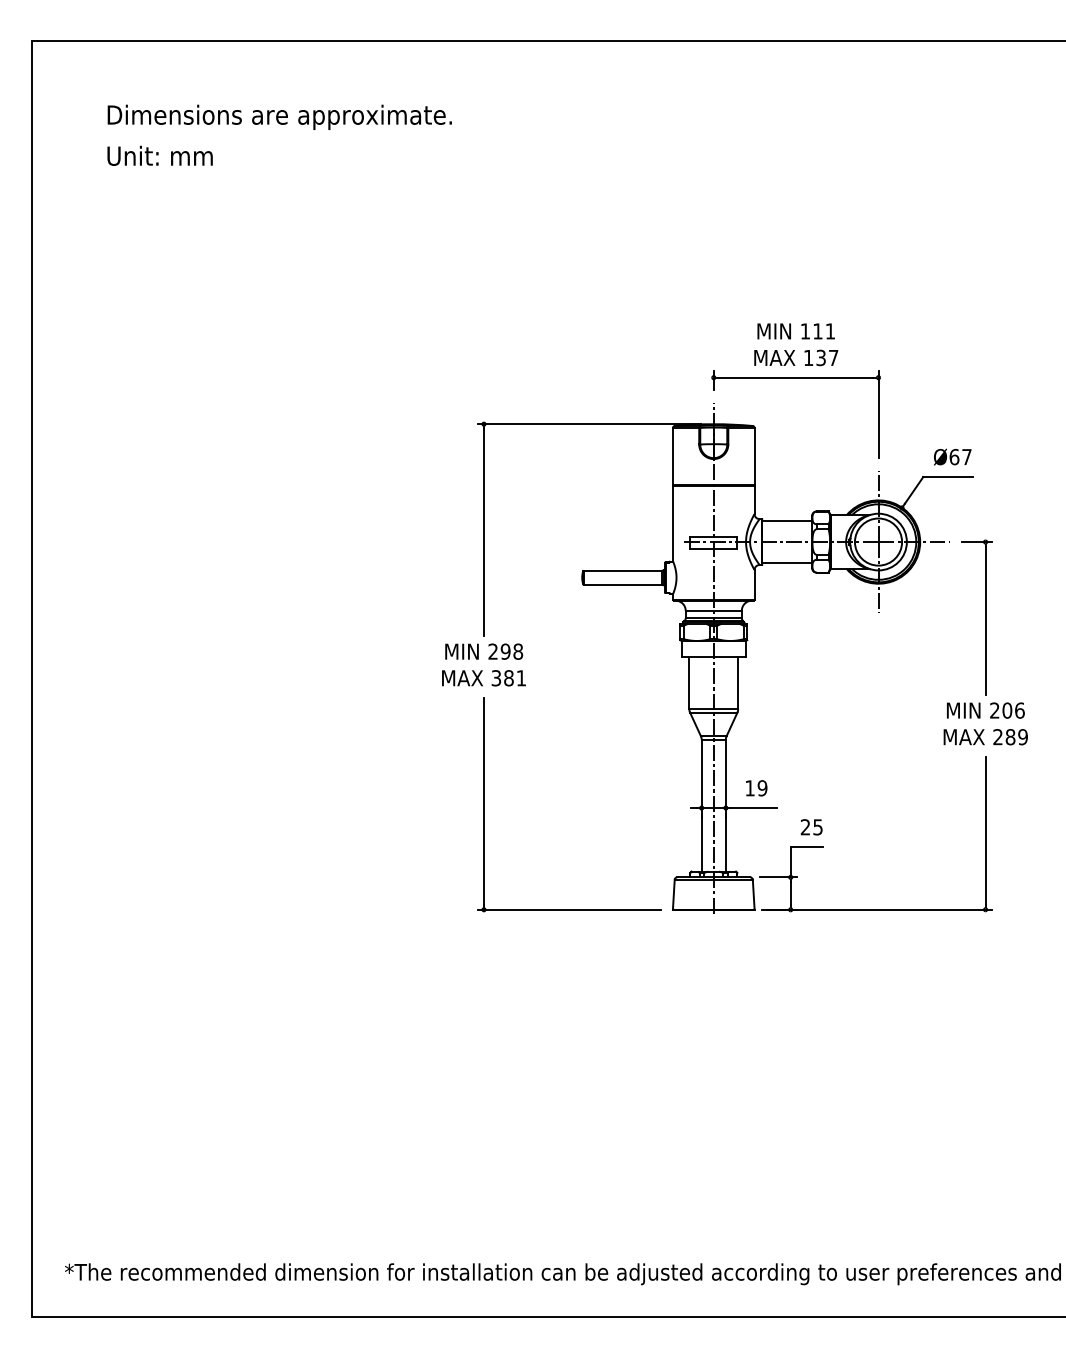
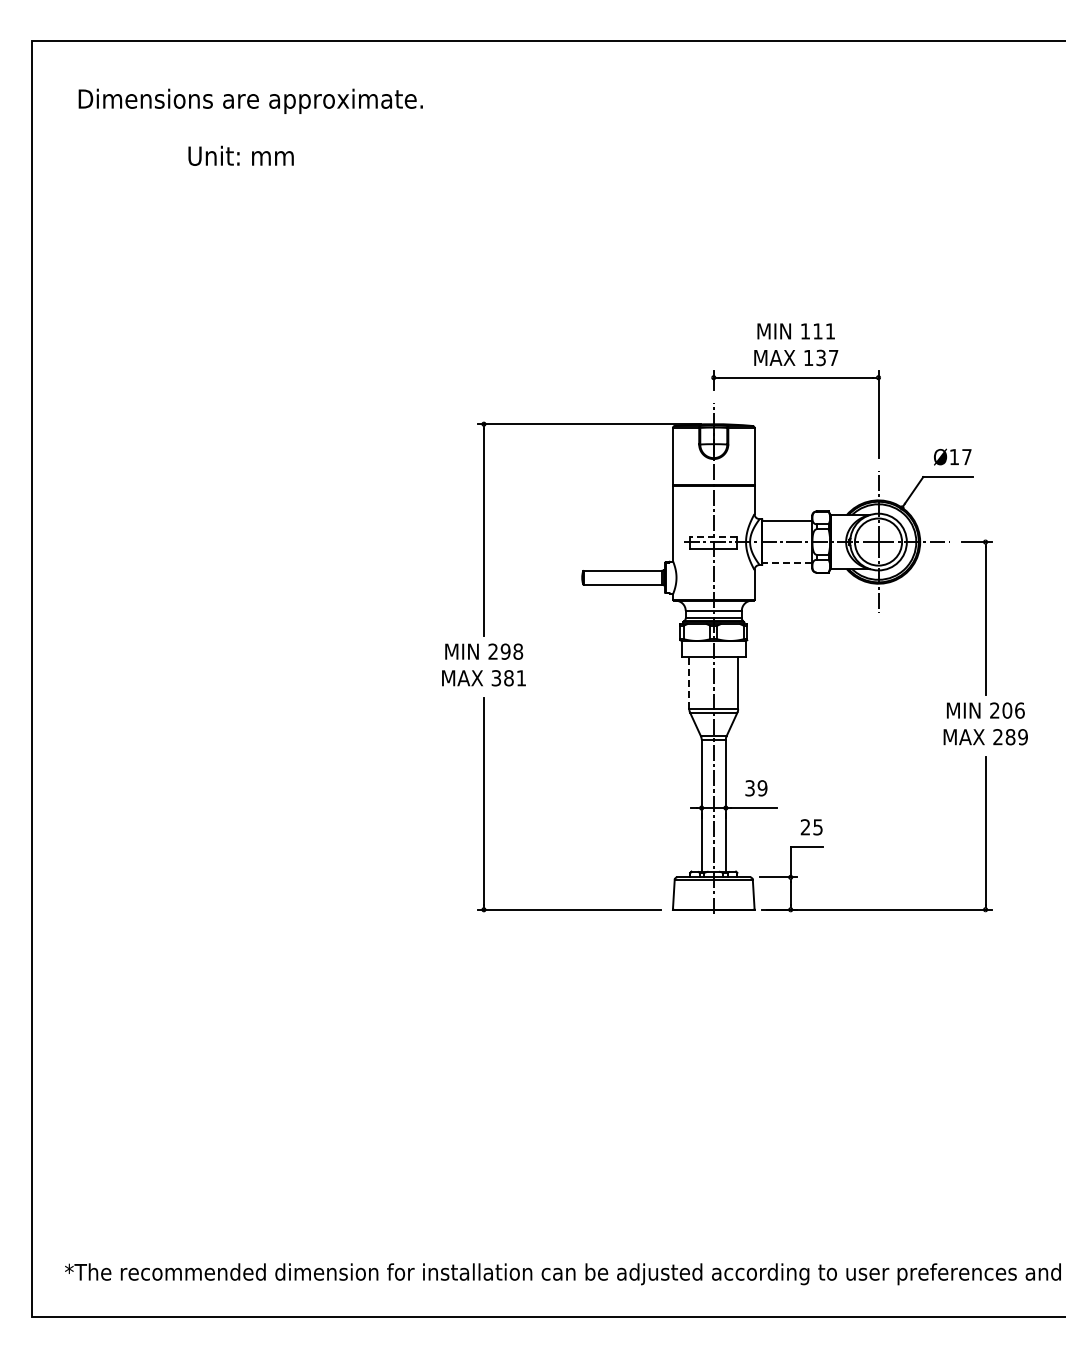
text at (279, 116) position: (279, 116) -> (250, 100)
text at (159, 155) position: (159, 155) -> (240, 155)
text at (954, 456): Ø67 -> Ø17
line at (713, 536): solid -> dashed
line at (787, 563): solid -> dashed
line at (689, 682): solid -> dashed
text at (749, 788): 19 -> 39
